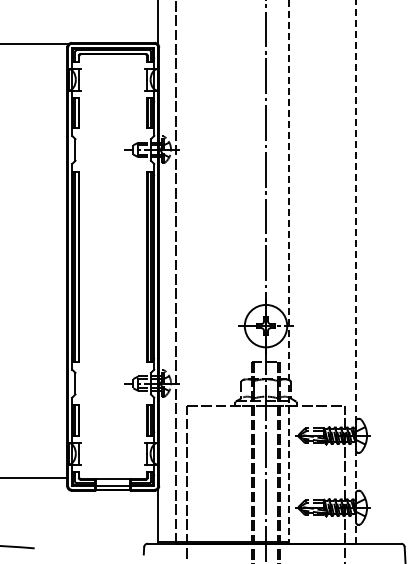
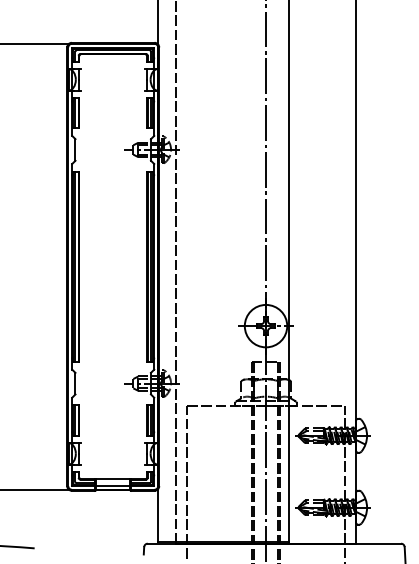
line at (289, 270): dashed -> solid
line at (355, 271): dashed -> solid
line at (35, 477) position: (35, 477) -> (35, 489)
